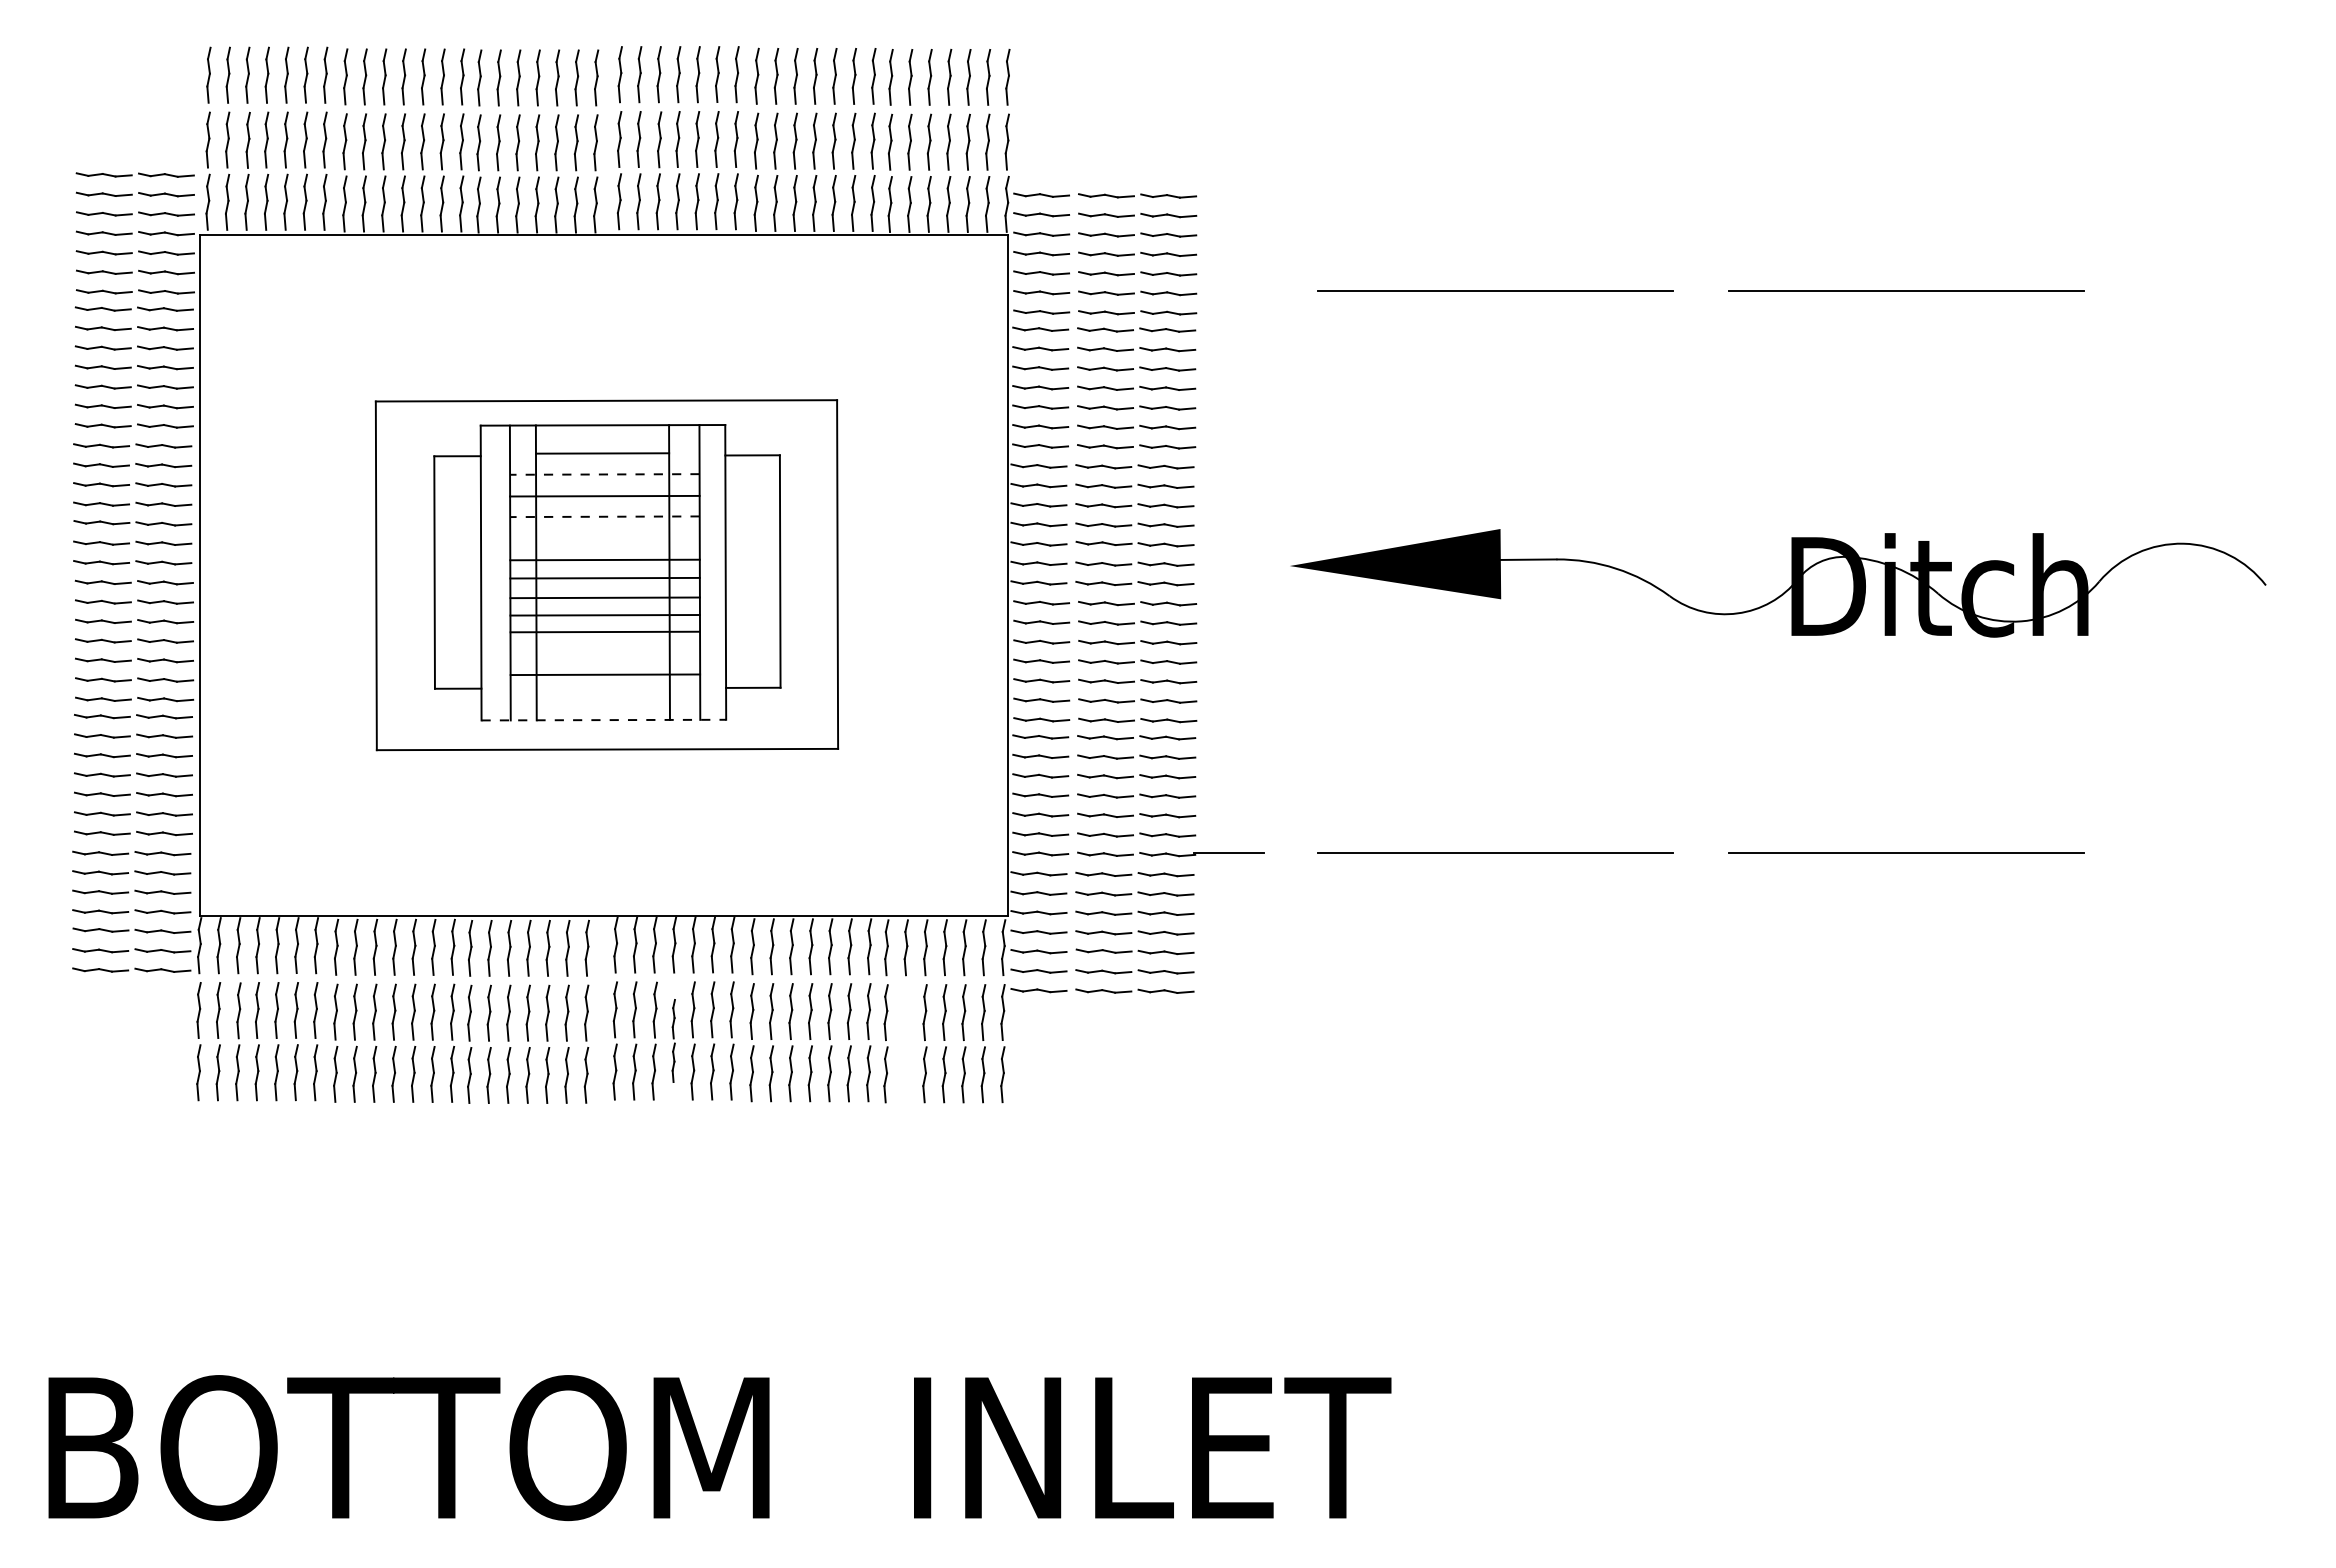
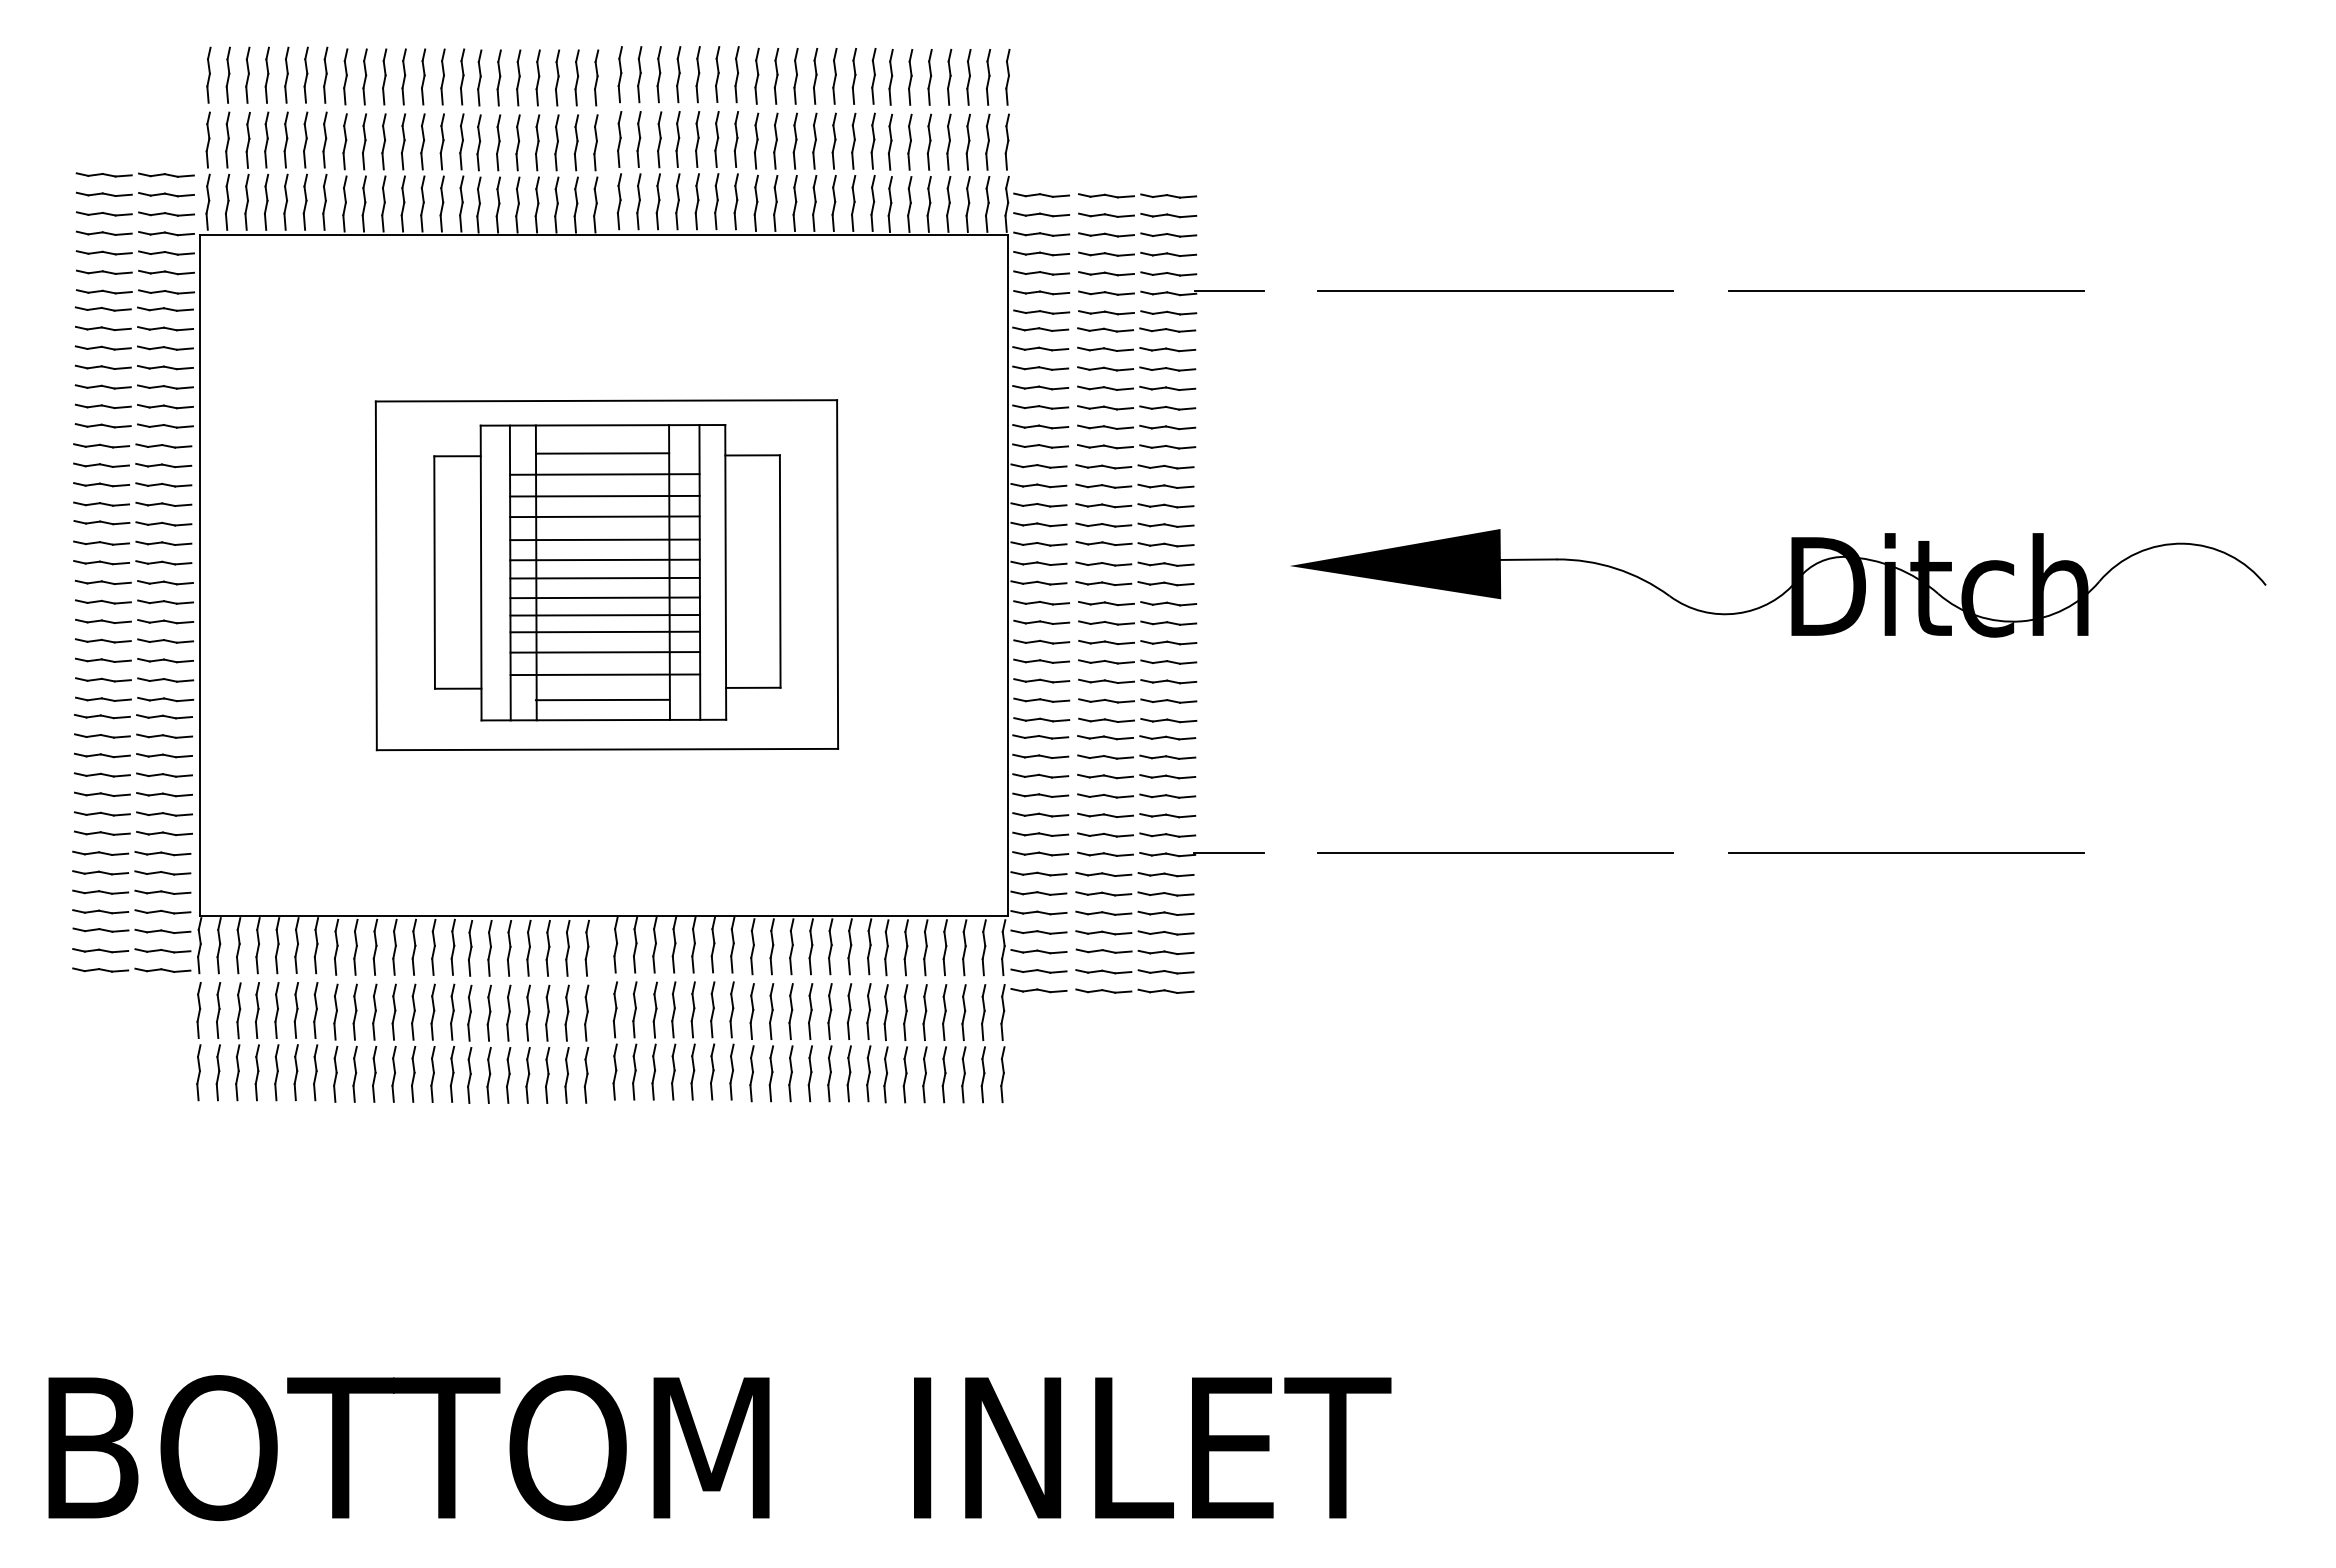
line at (1229, 290): none -> present
line at (604, 474): dashed -> solid
line at (604, 516): dashed -> solid
line at (604, 539): none -> present
line at (605, 652): none -> present
line at (602, 699): none -> present
line at (604, 720): dashed -> solid
part at (673, 1040) size: 5x84 px -> 6x120 px
part at (905, 1043): none -> present
